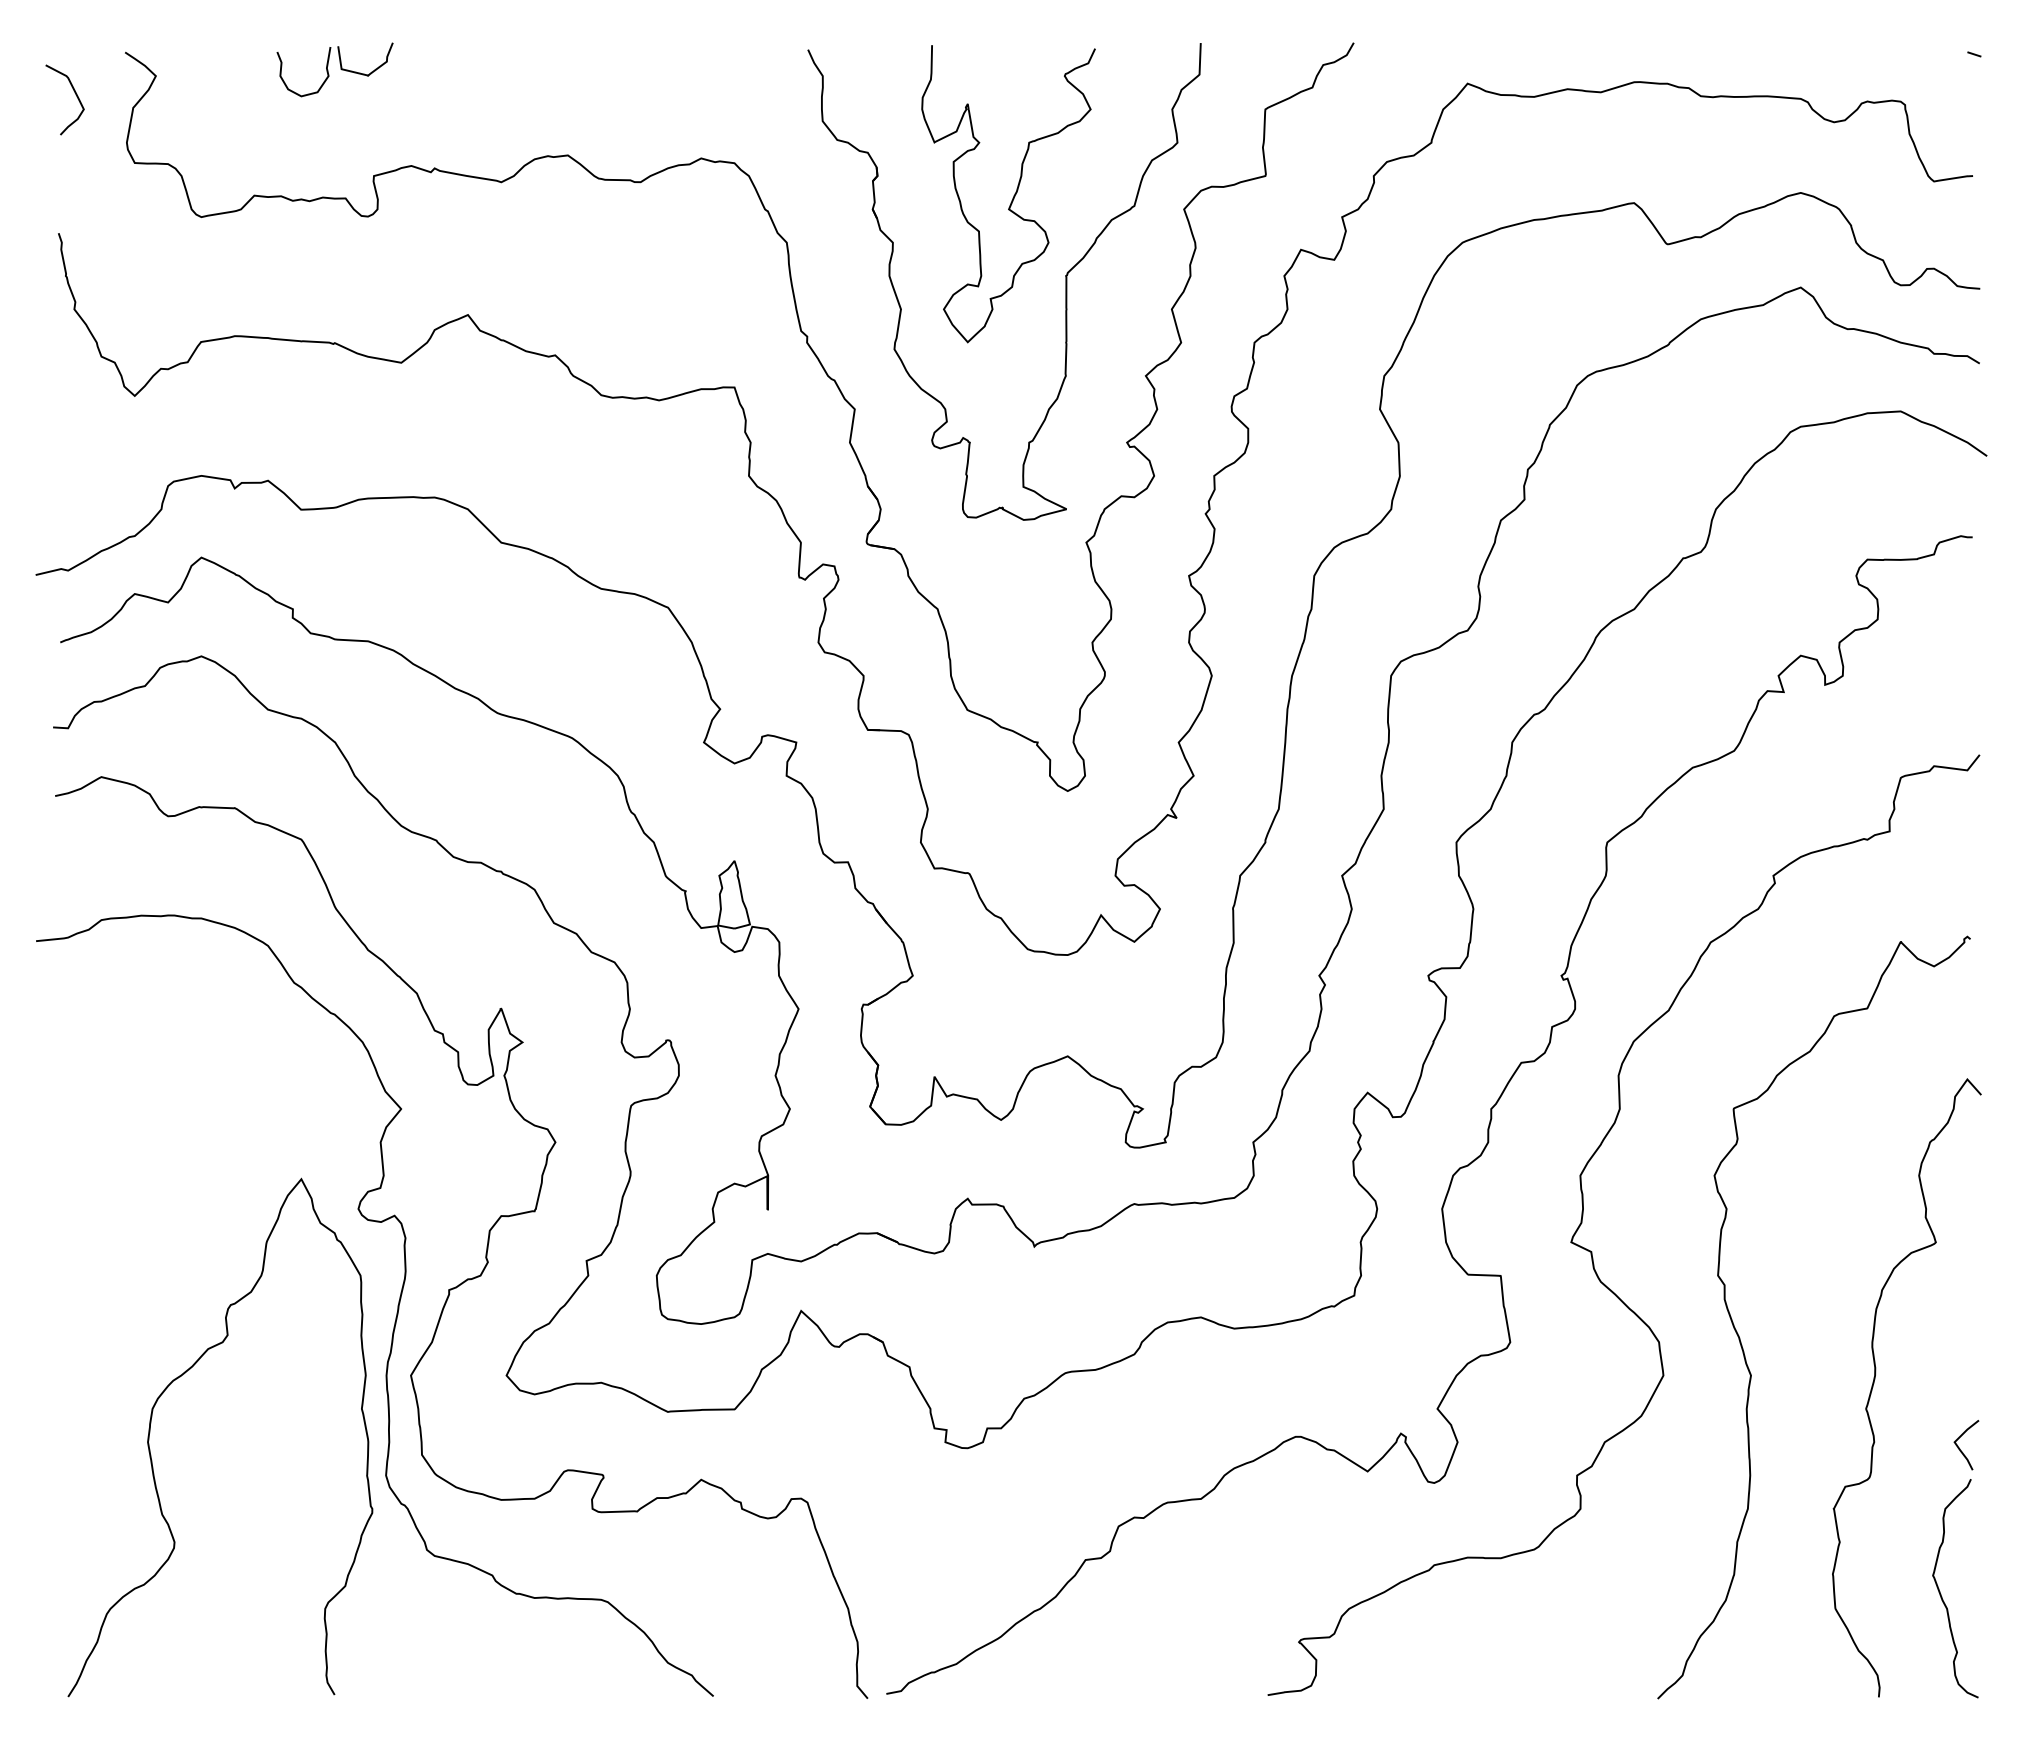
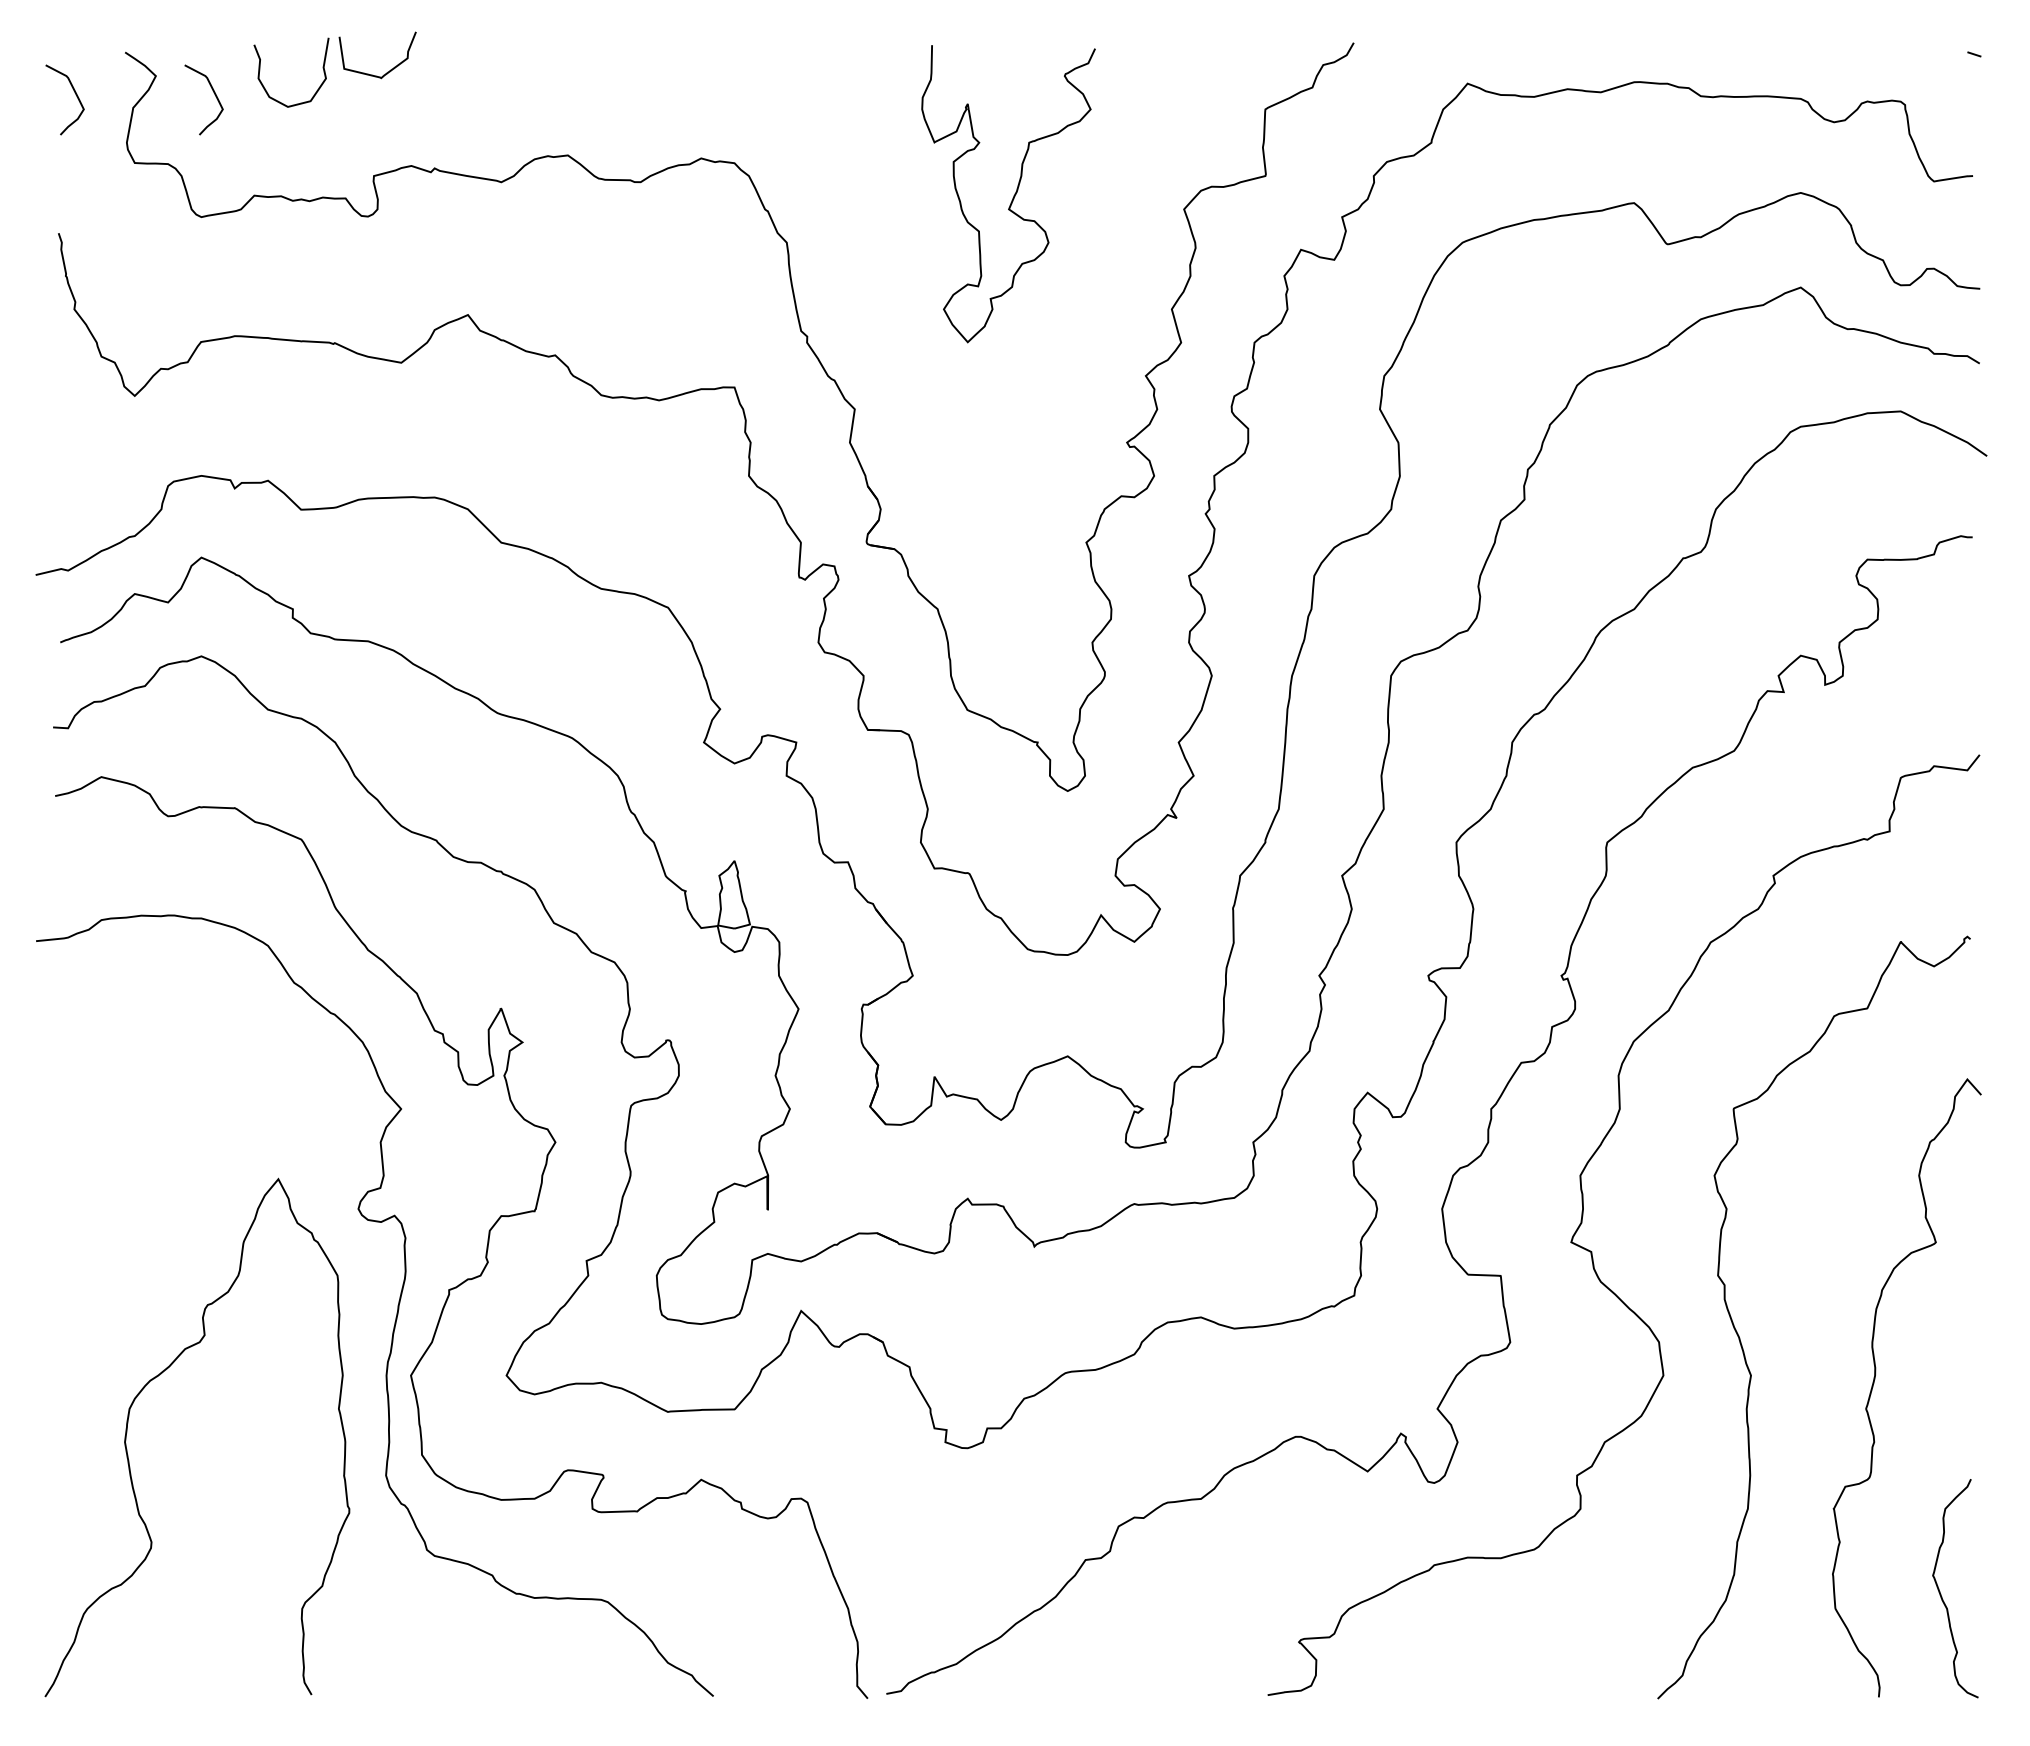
part at (334, 69) size: 118x56 px -> 164x77 px
curve at (214, 94): none -> present
part at (1065, 281): present -> none
curve at (150, 1432) position: (150, 1432) -> (127, 1432)
curve at (1960, 1448): present -> none
